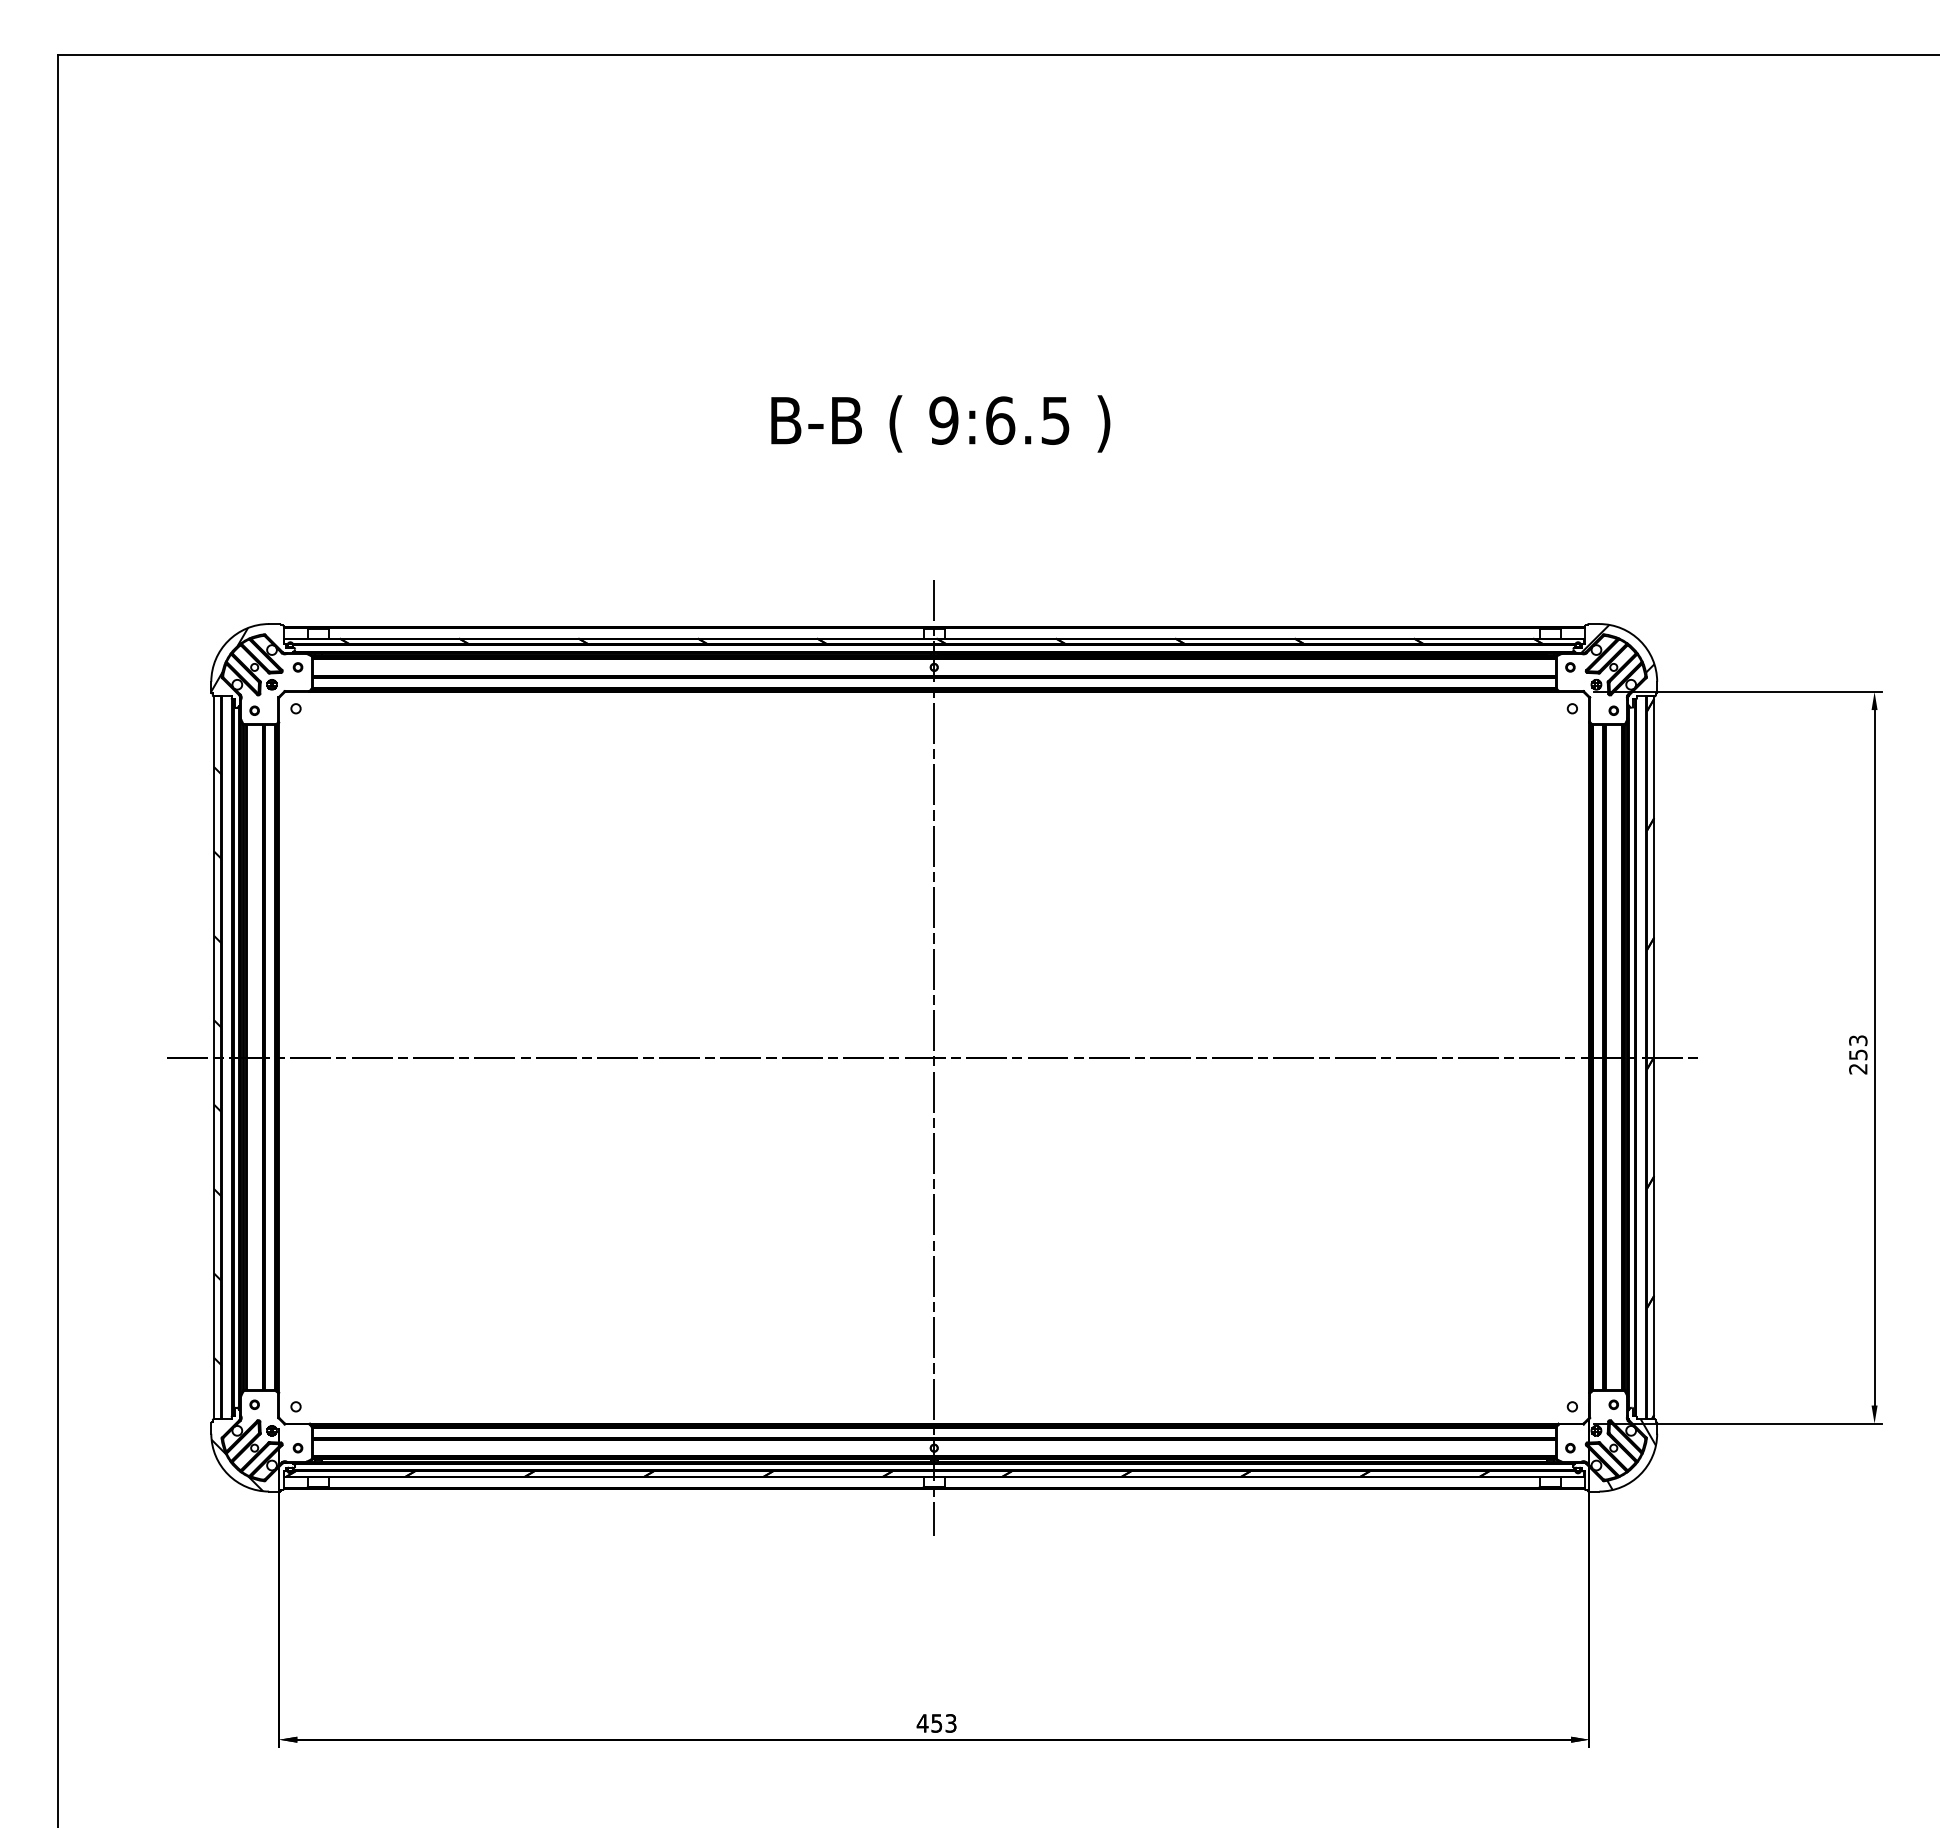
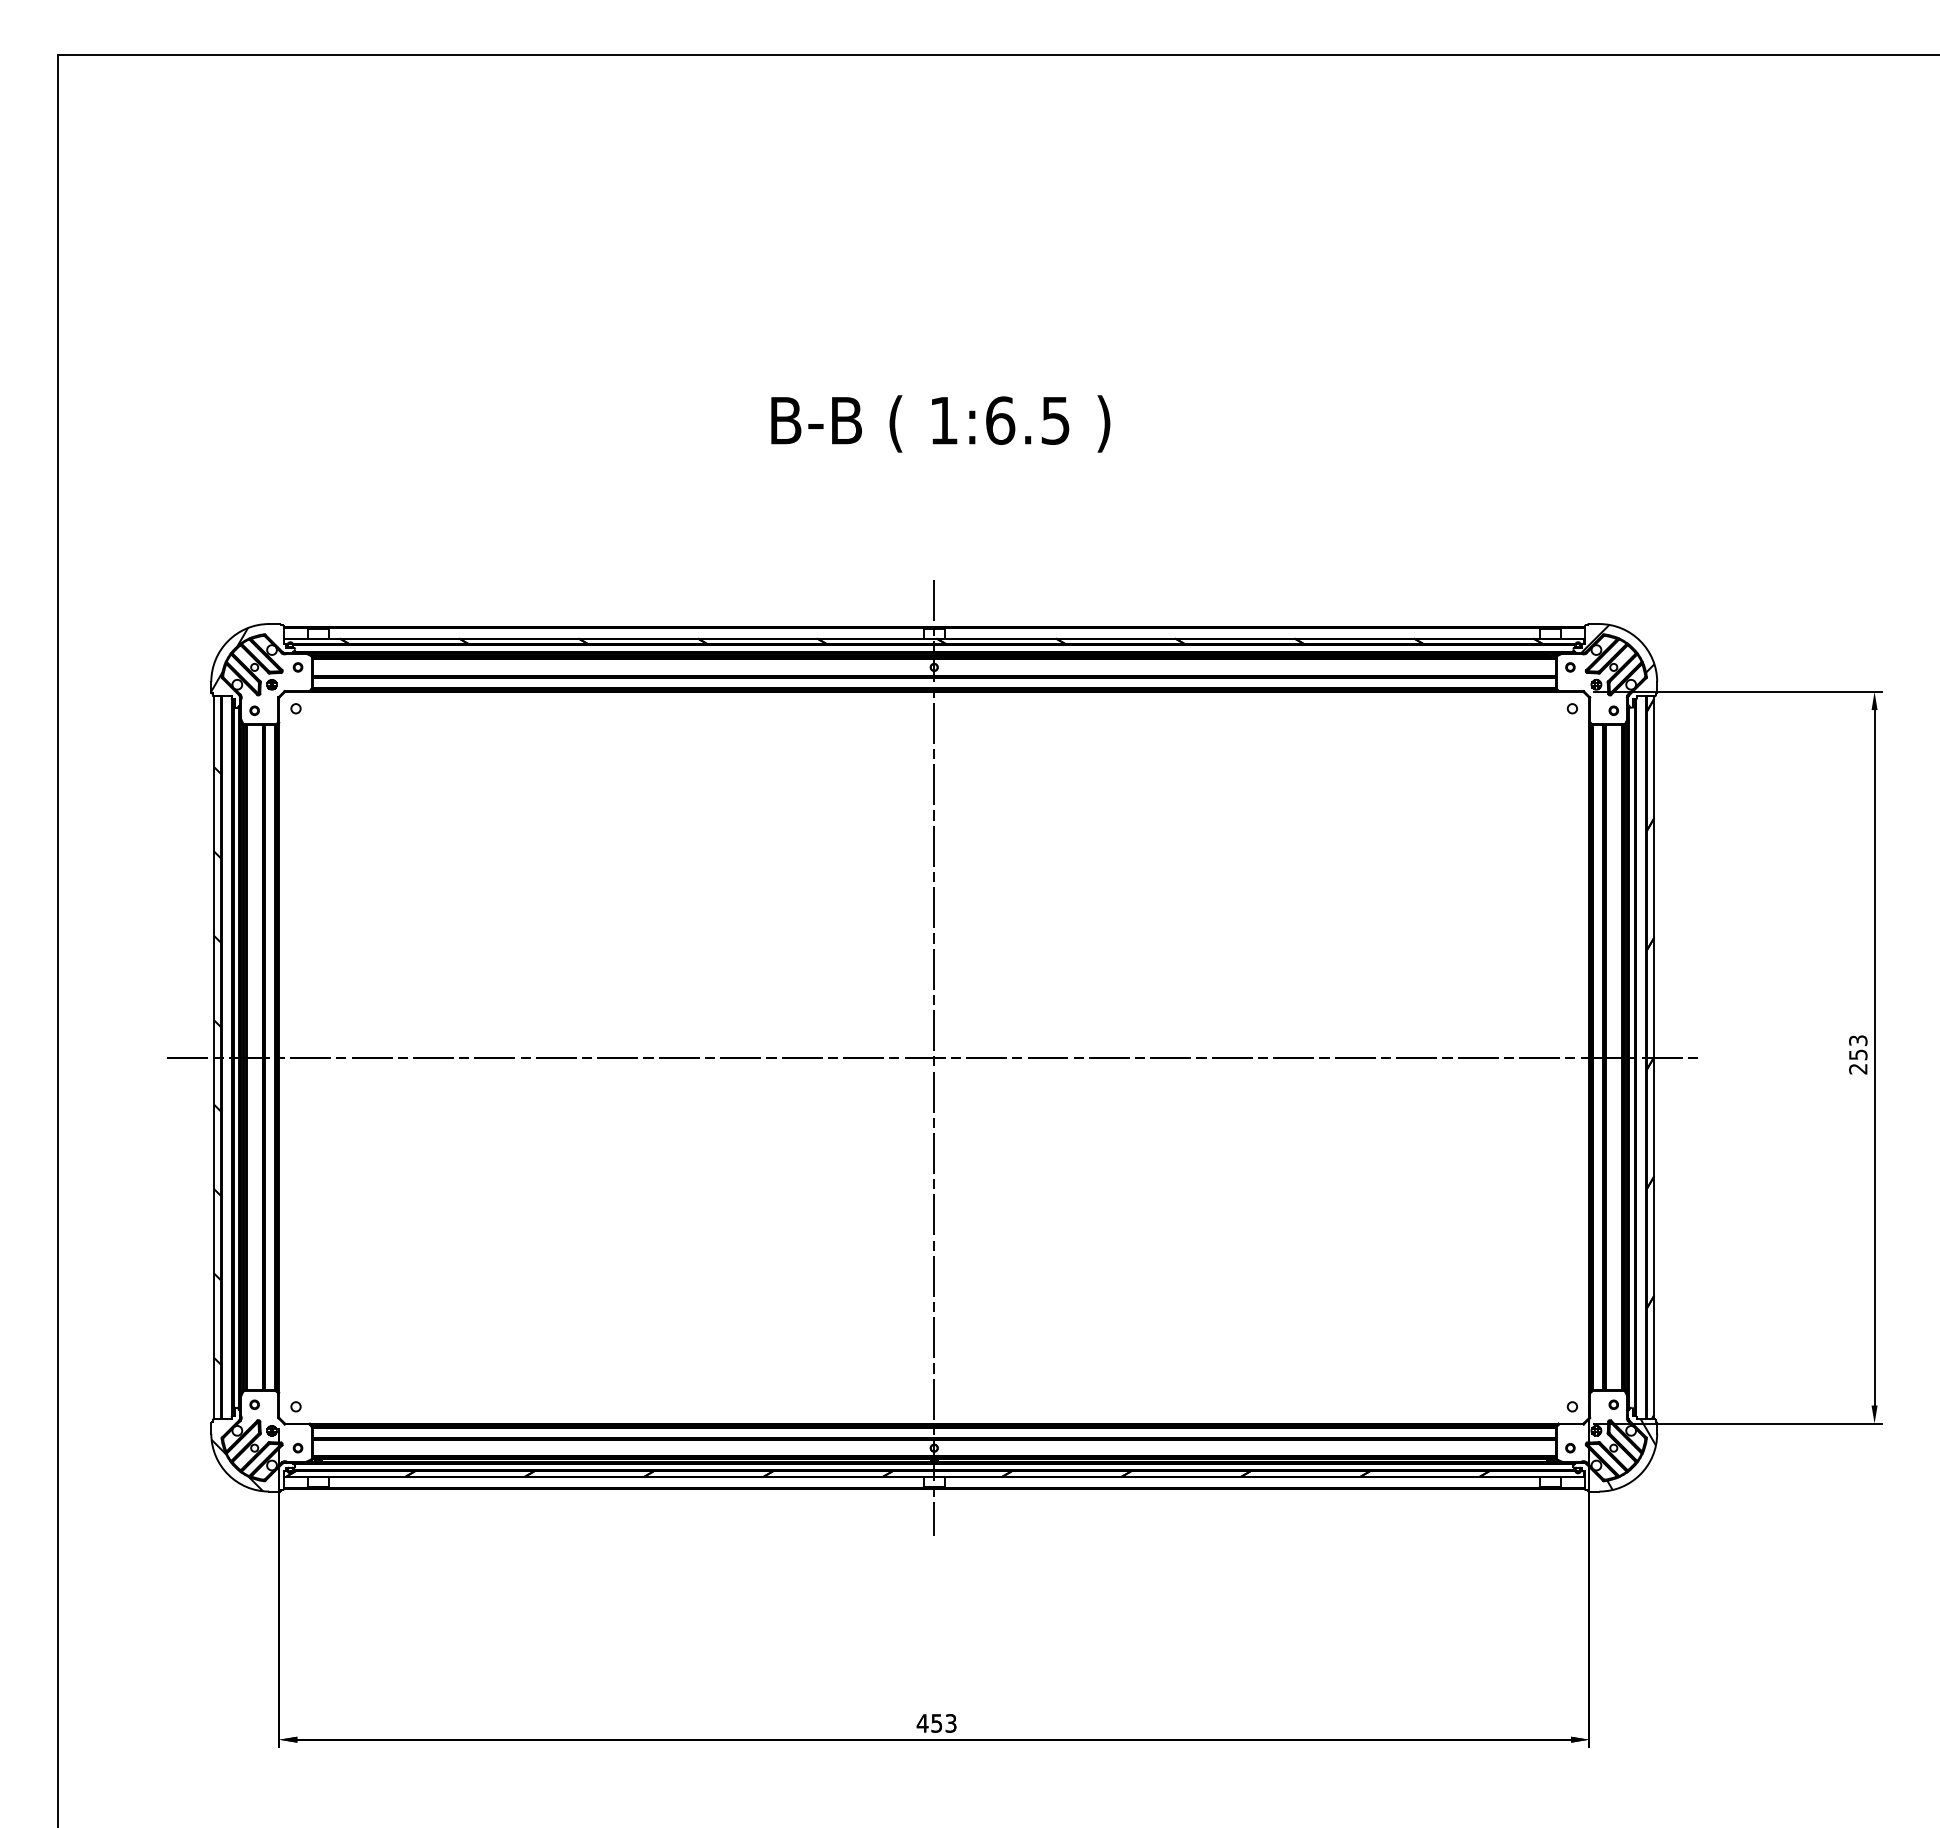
text at (943, 420): 9:6.5 -> 1:6.5
